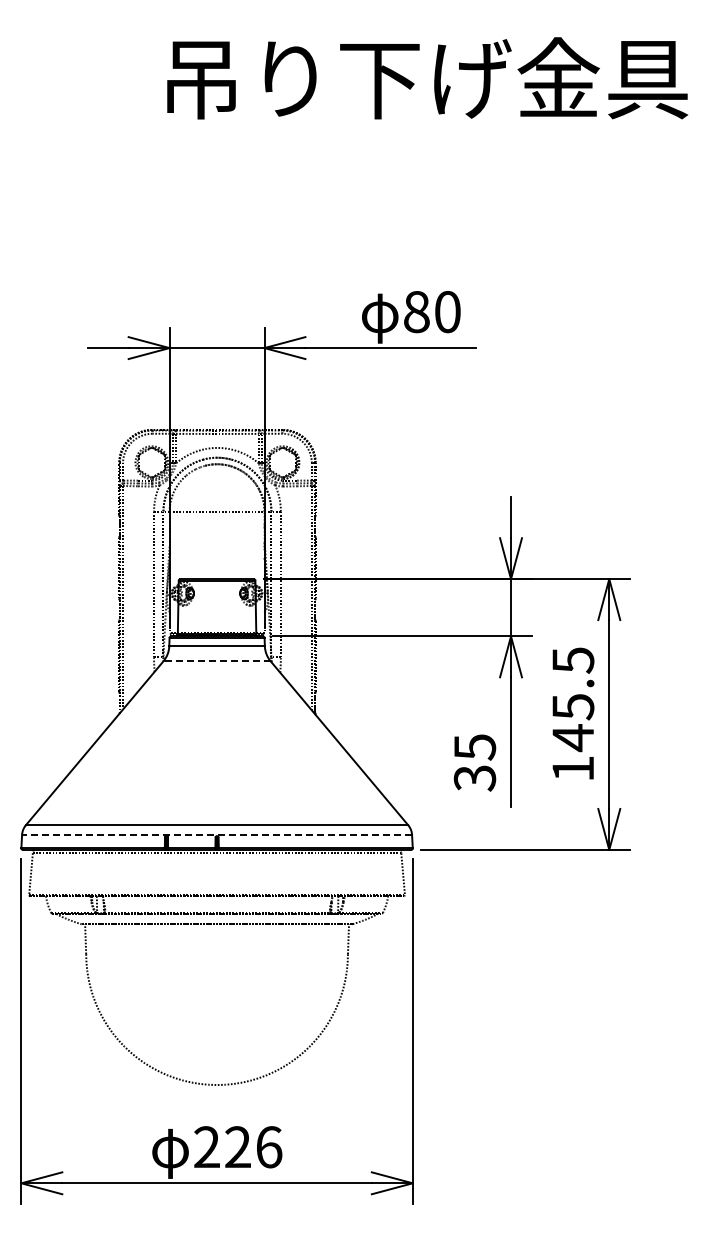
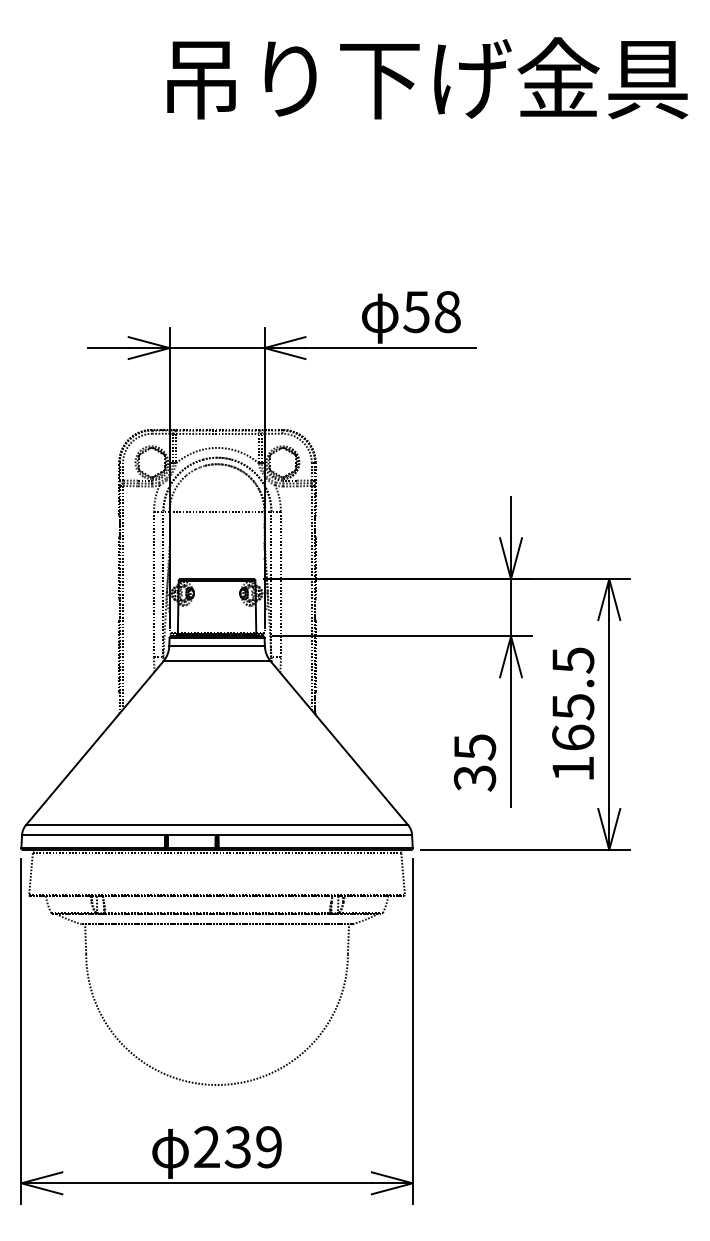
text at (431, 311): 80 -> 58
line at (217, 661): dashed -> solid
text at (573, 738): 145.5 -> 165.5
line at (217, 834): dashed -> solid
text at (253, 1147): 226 -> 239
